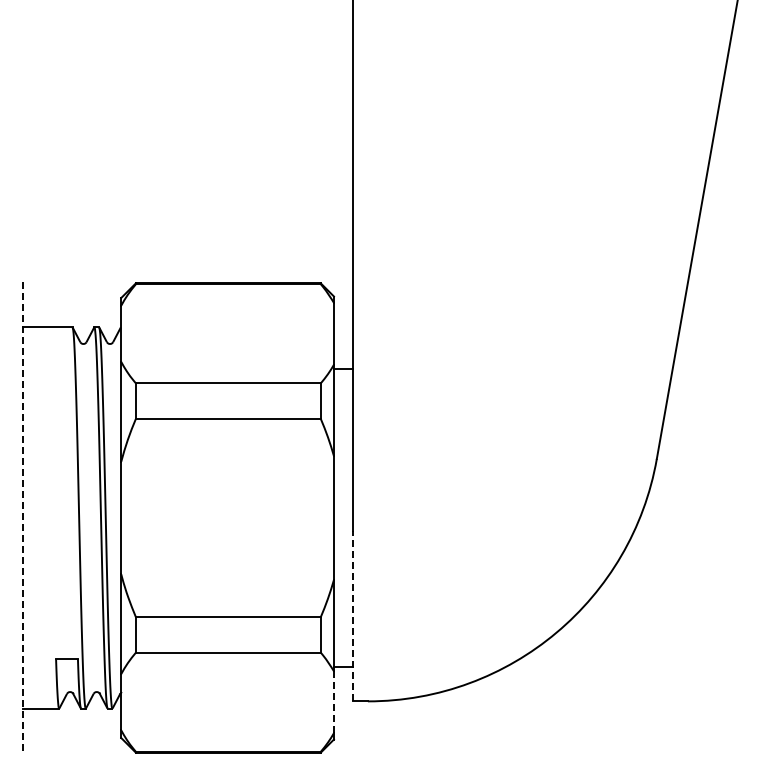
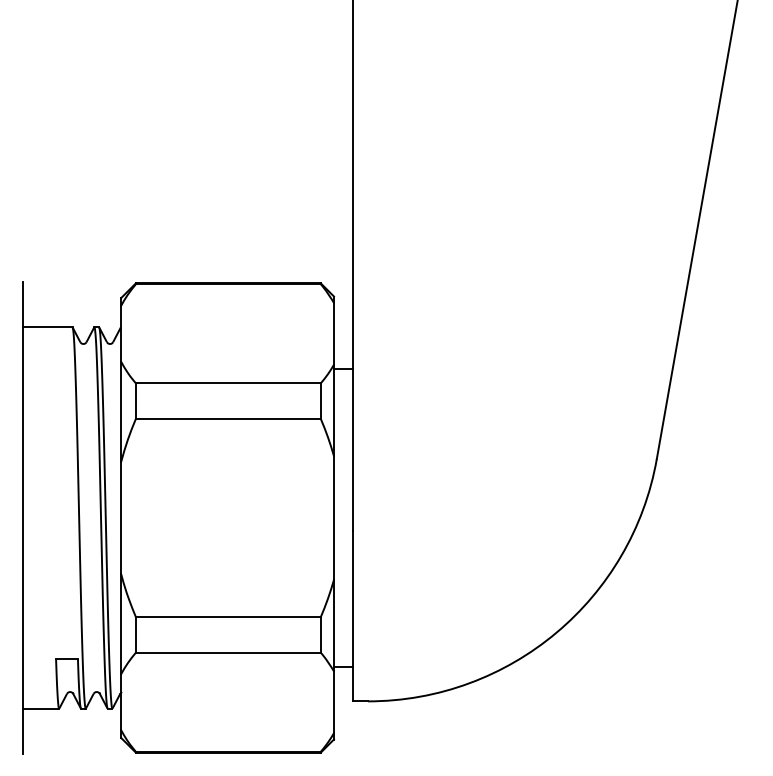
line at (23, 518): dashed -> solid
line at (353, 615): dashed -> solid
line at (333, 702): dashed -> solid
